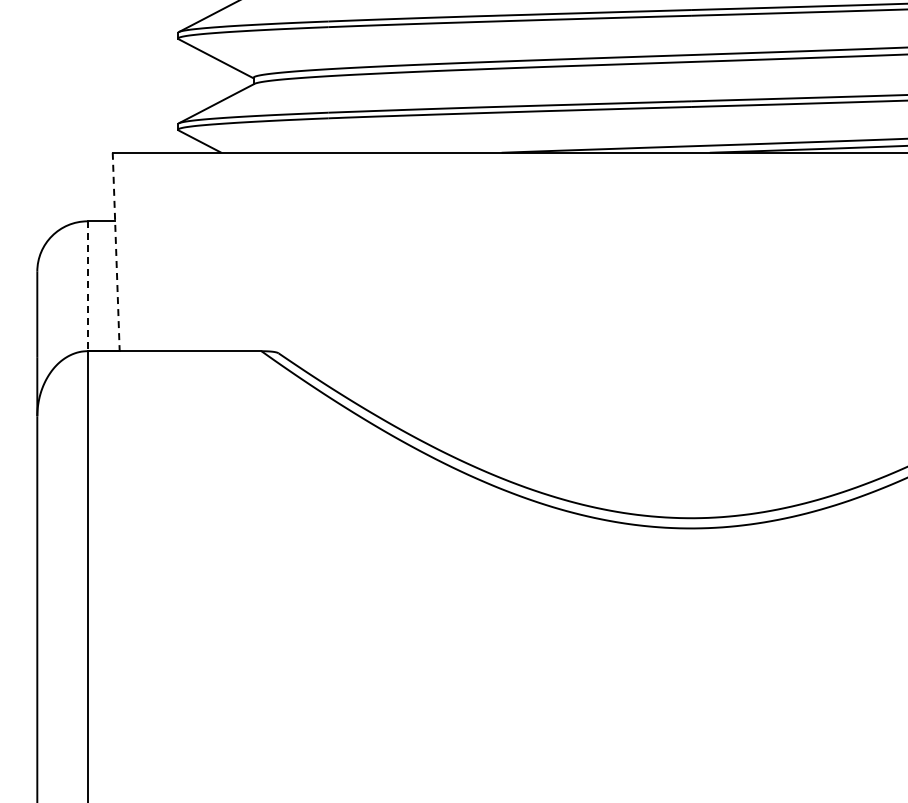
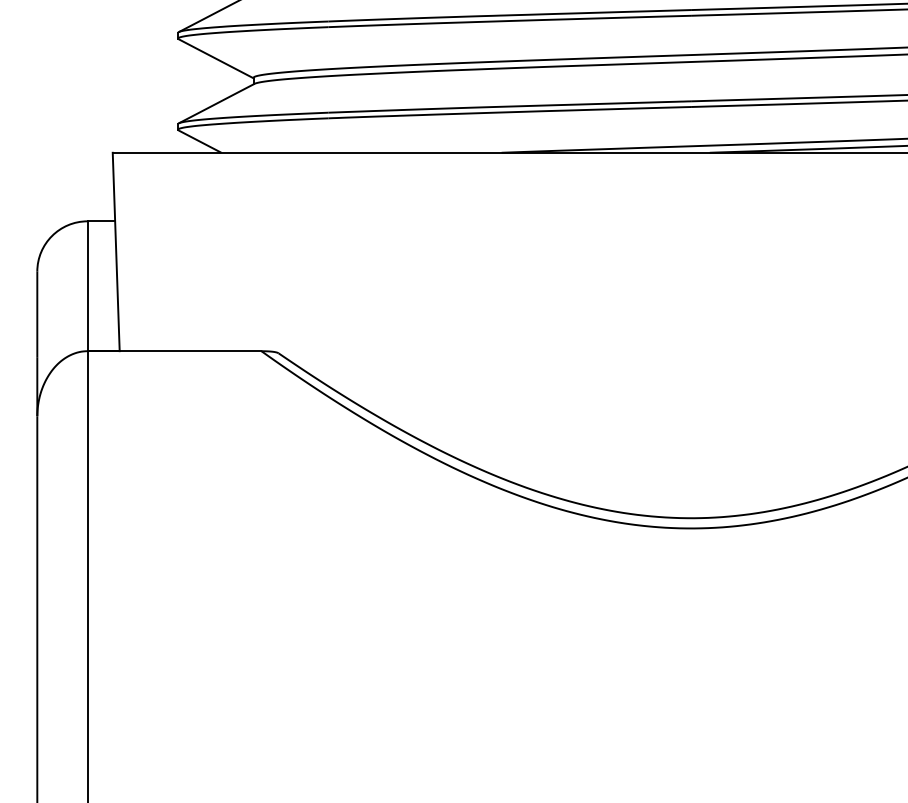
line at (116, 252): dashed -> solid
line at (87, 286): dashed -> solid
